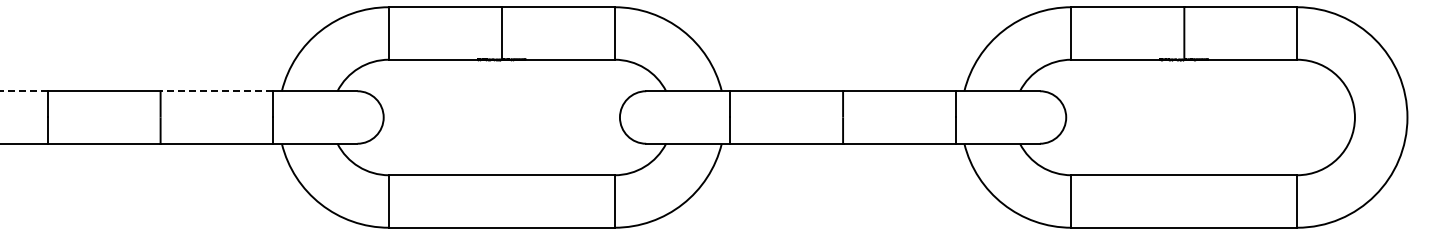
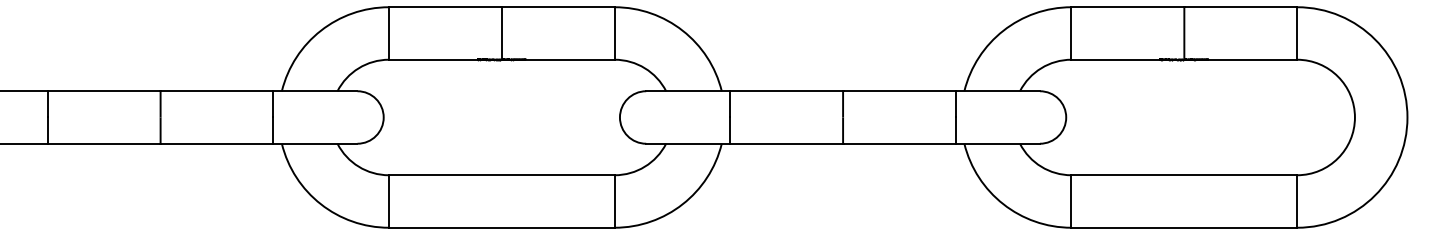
line at (23, 91): dashed -> solid
line at (216, 91): dashed -> solid
